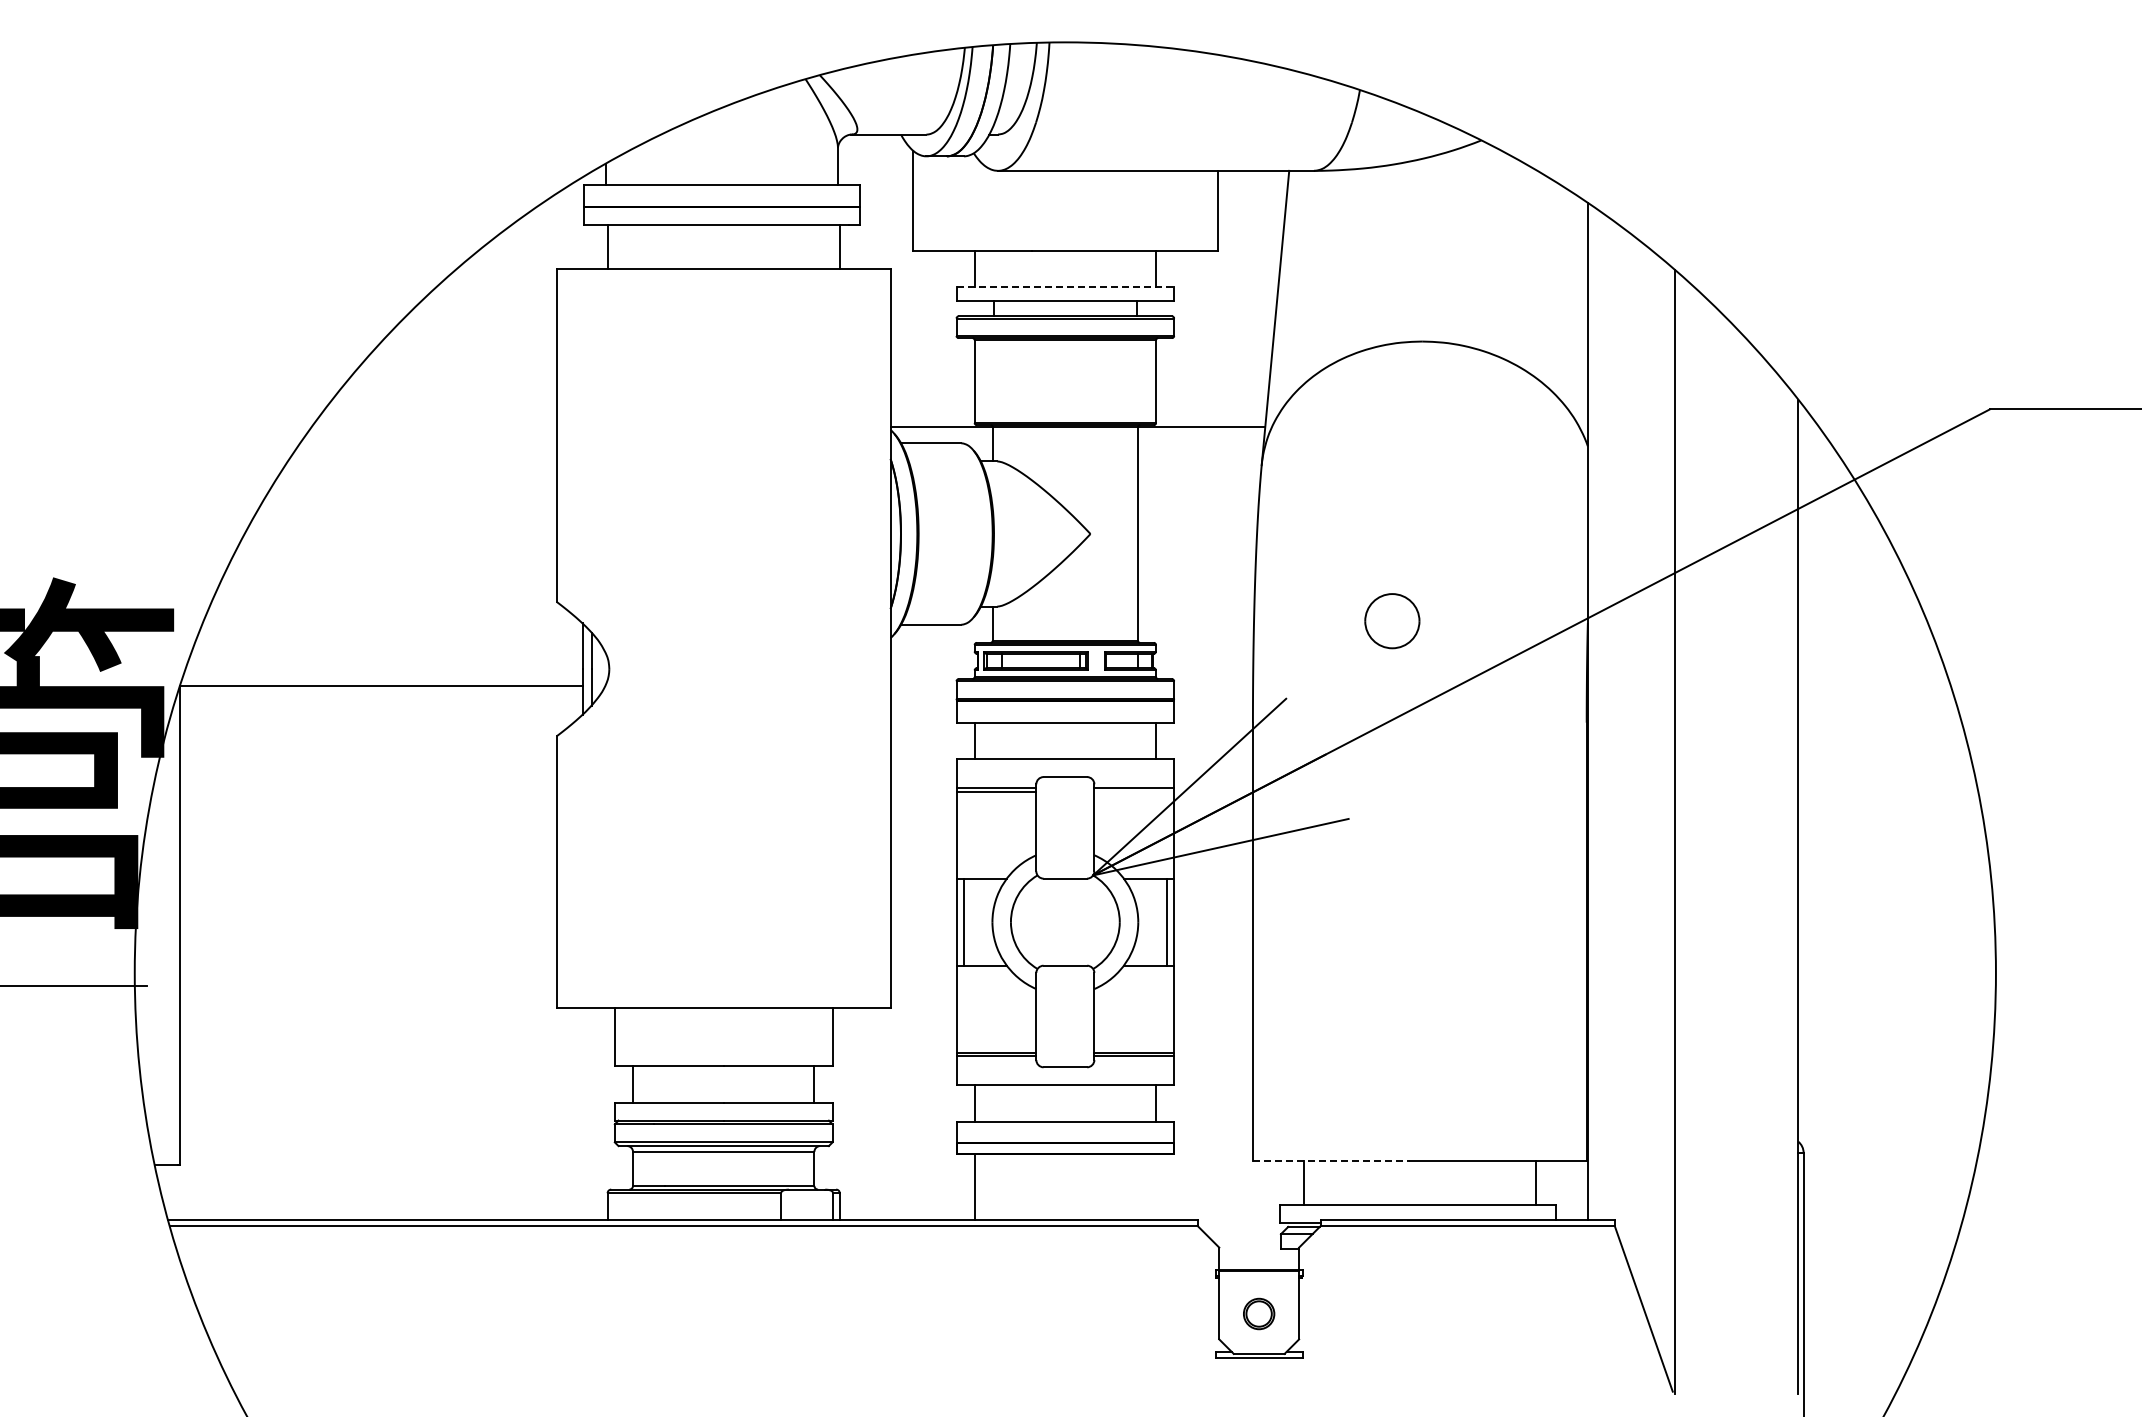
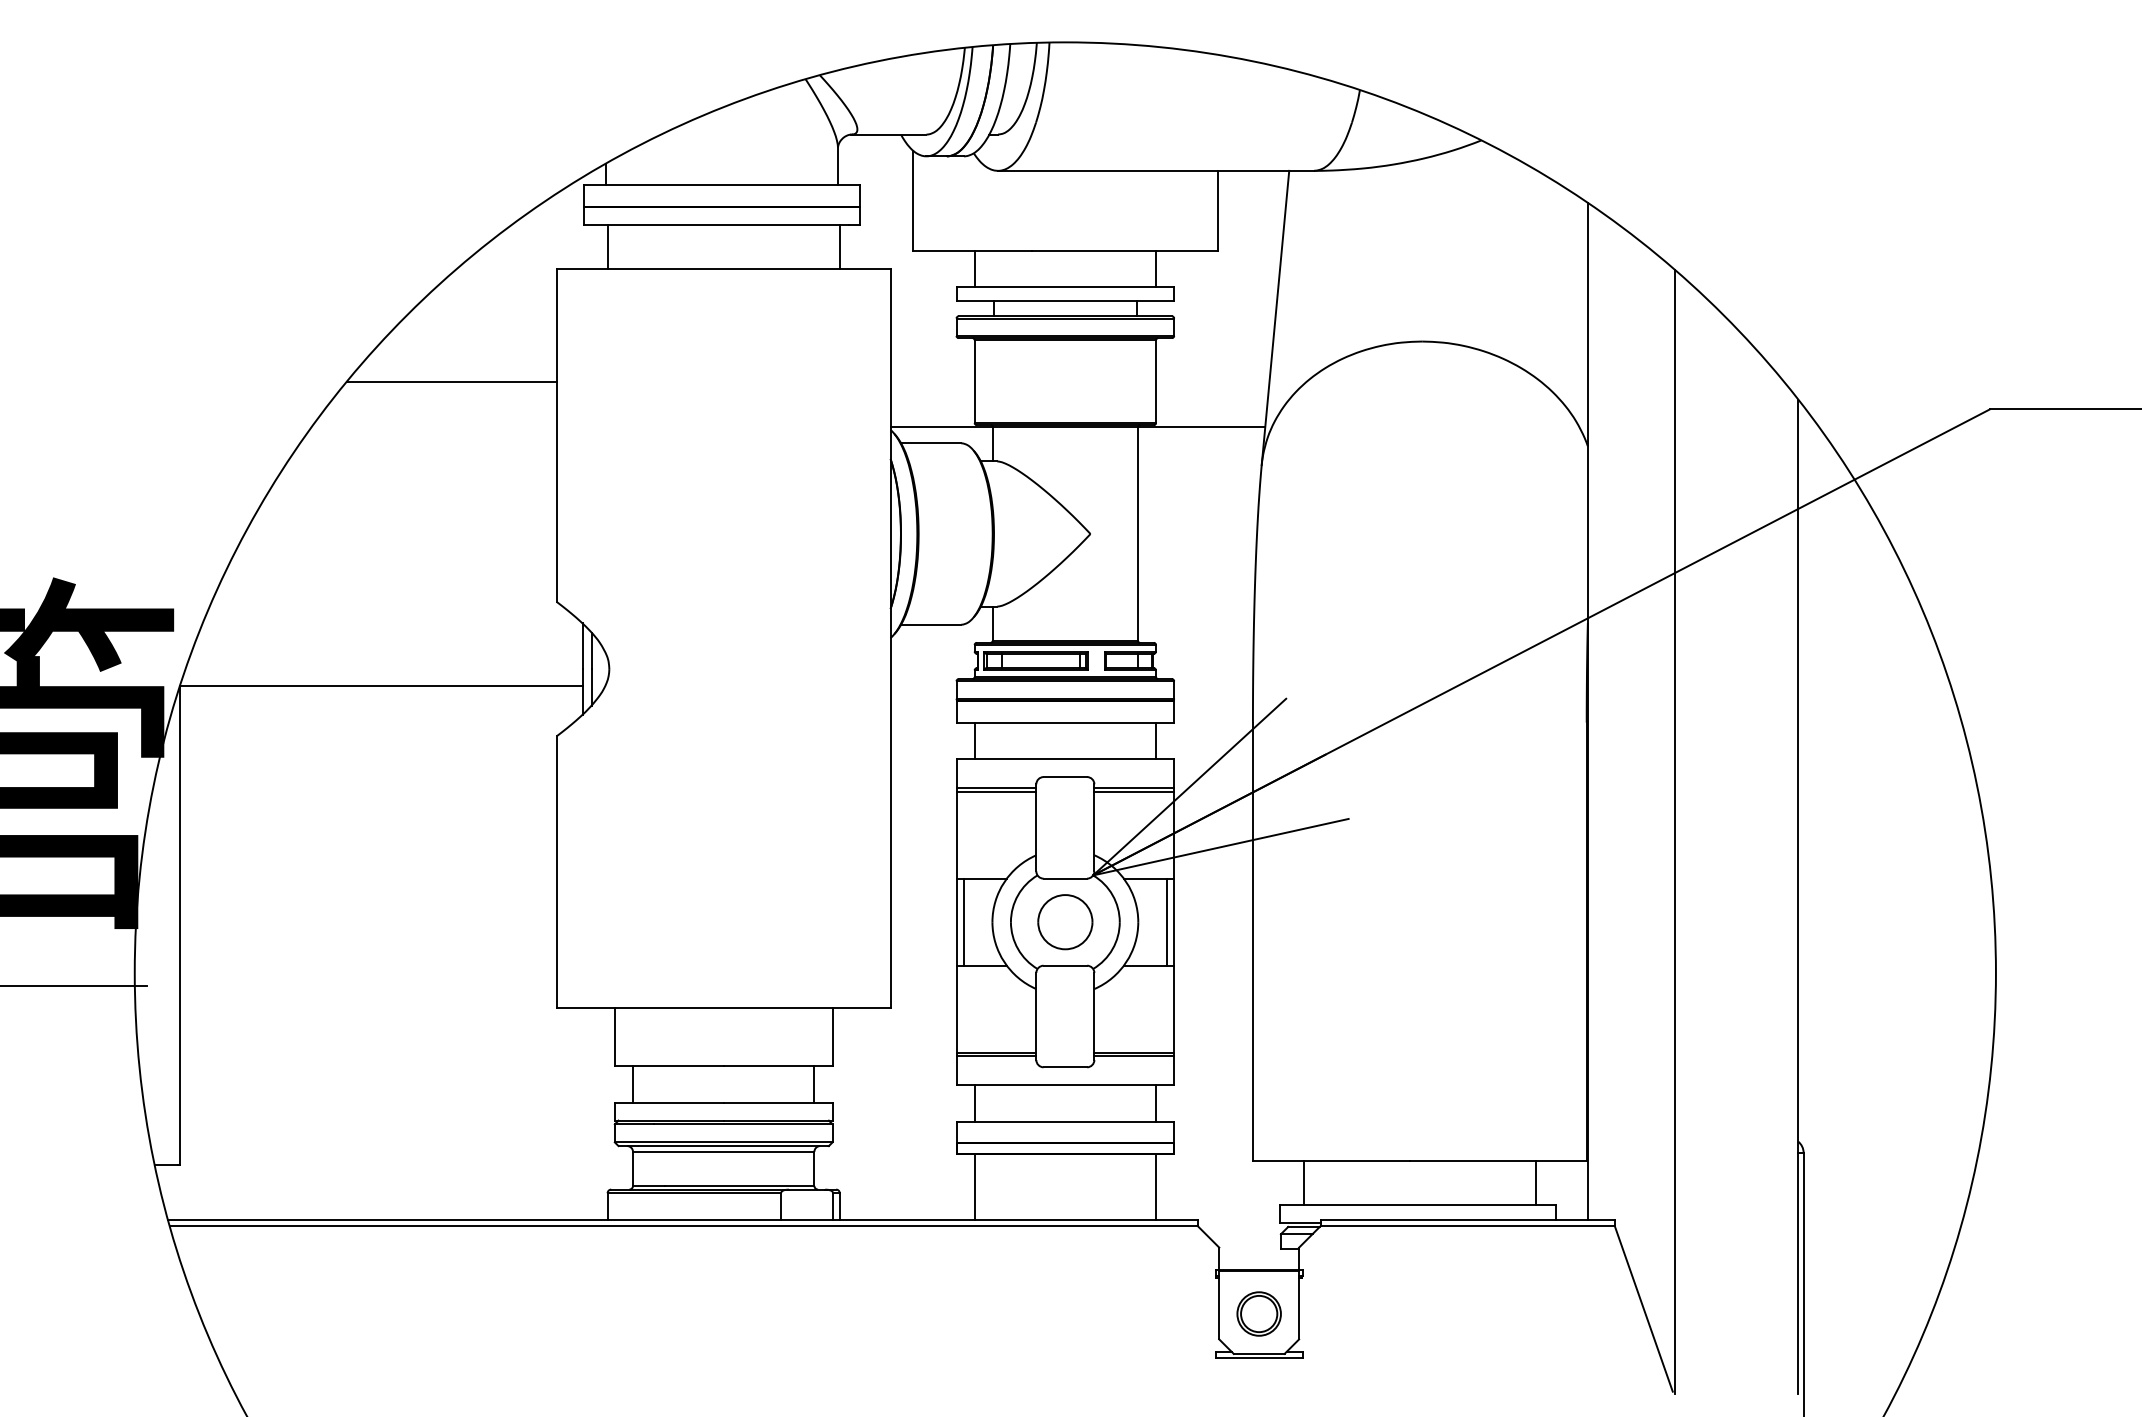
line at (1065, 286): dashed -> solid
line at (451, 381): none -> present
part at (1392, 621) position: (1392, 621) -> (1065, 922)
line at (1134, 791): none -> present
line at (1331, 1161): dashed -> solid
line at (1156, 1186): none -> present
part at (1259, 1313) size: 33x34 px -> 46x46 px
